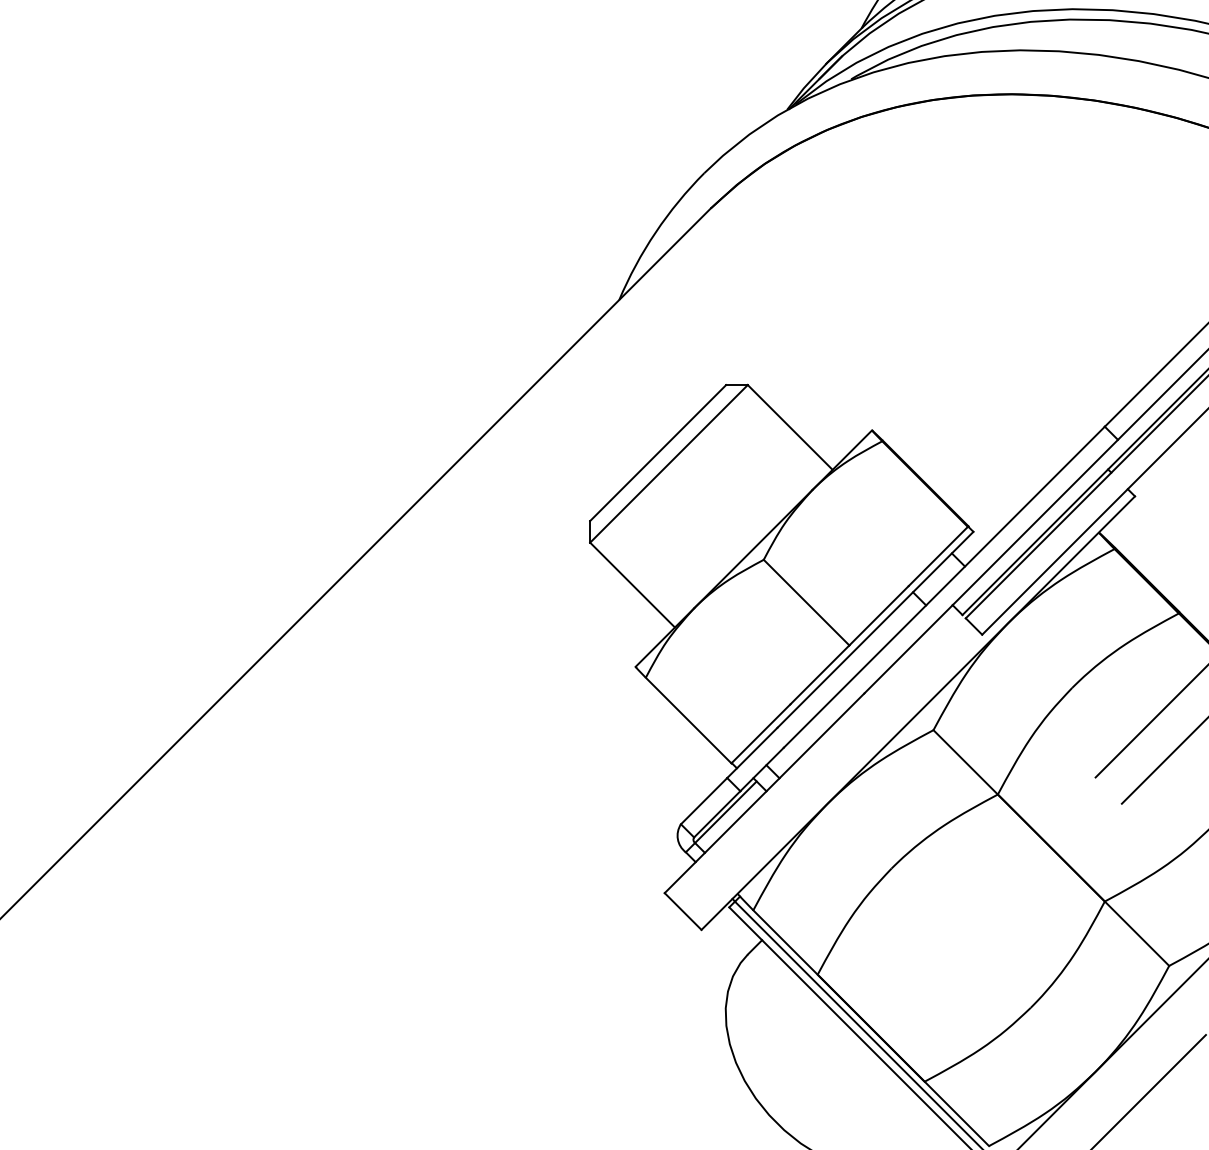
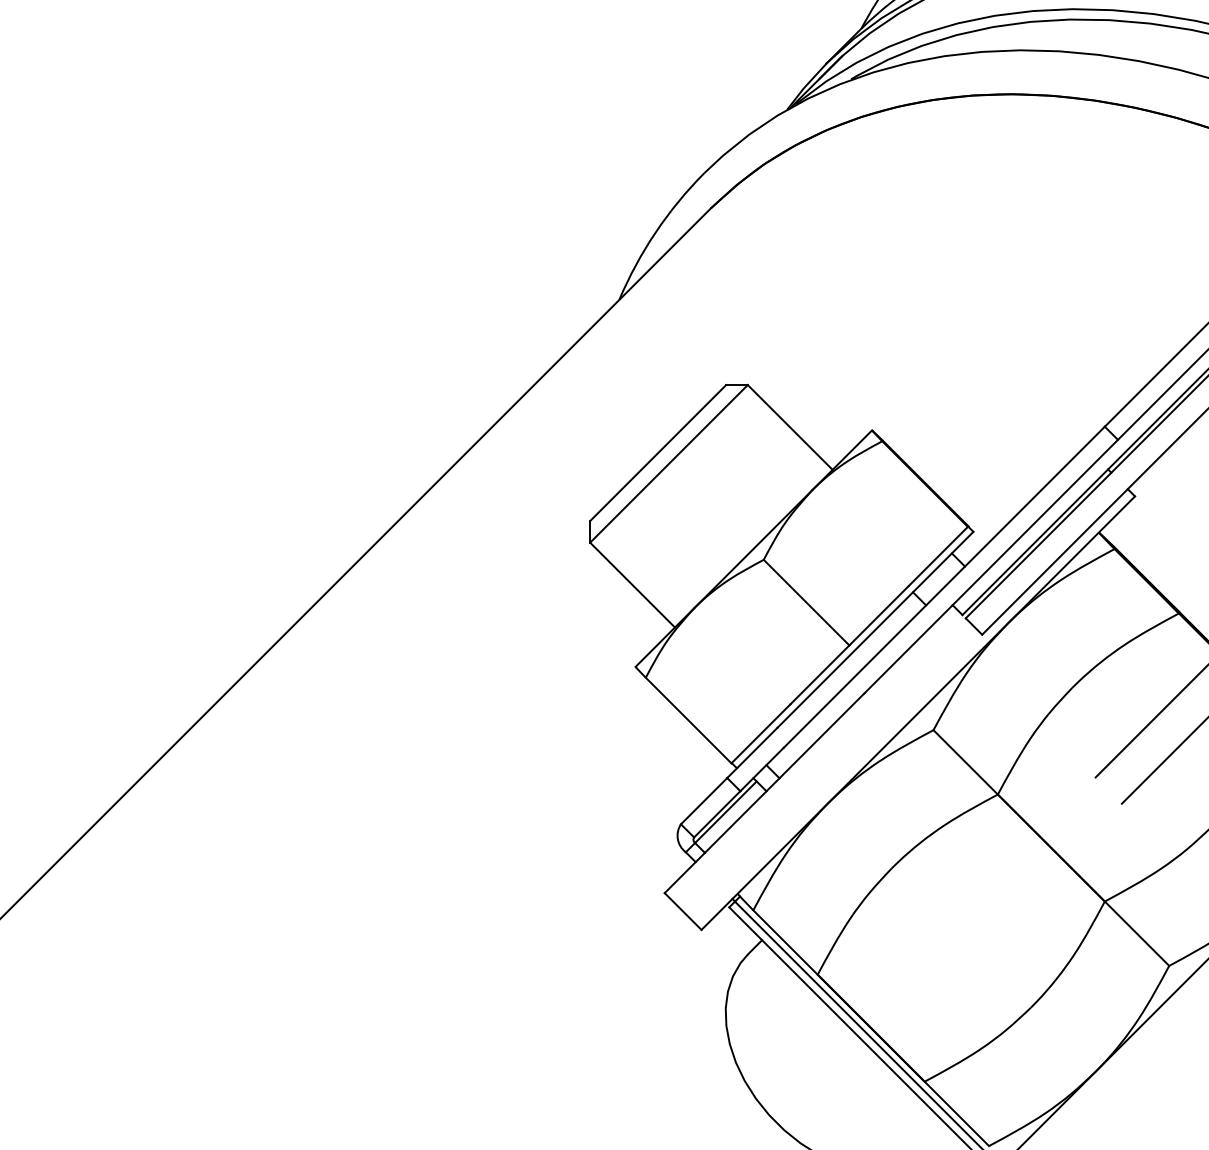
line at (1149, 1090): present -> none
